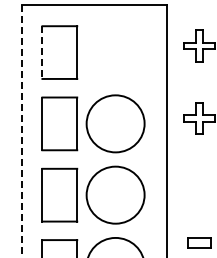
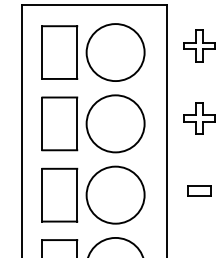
part at (115, 52): none -> present
line at (42, 53): dashed -> solid
line at (22, 131): dashed -> solid
part at (199, 242) position: (199, 242) -> (199, 190)
